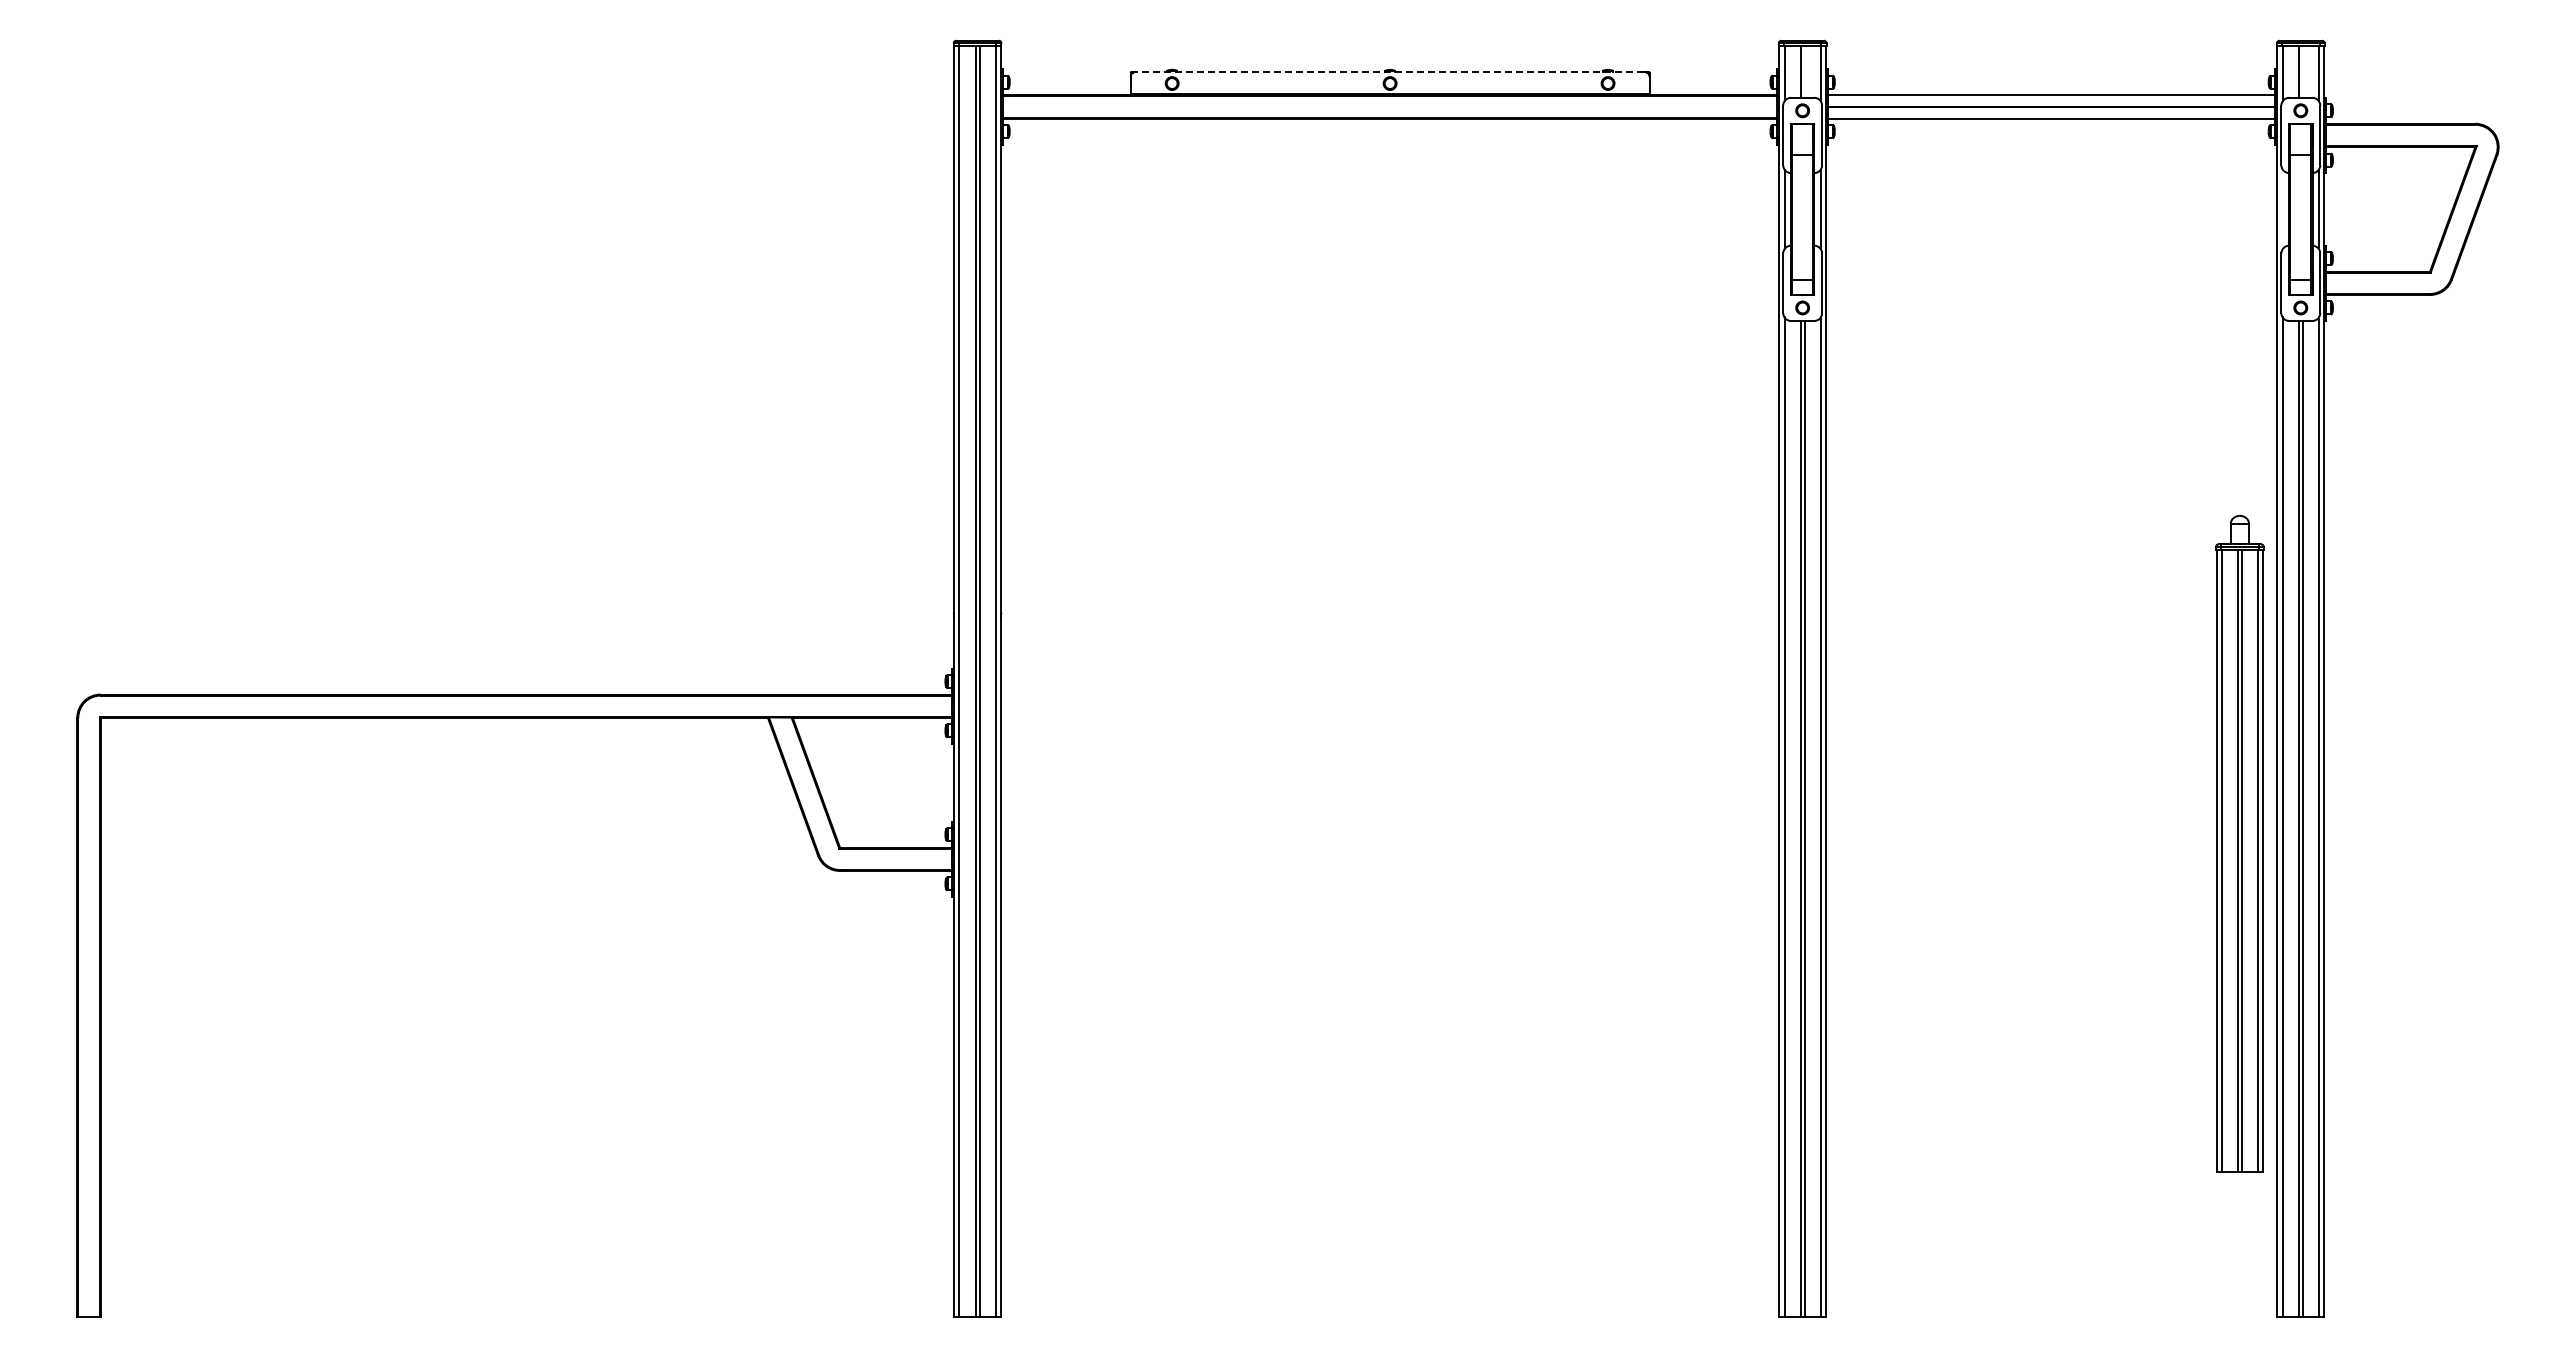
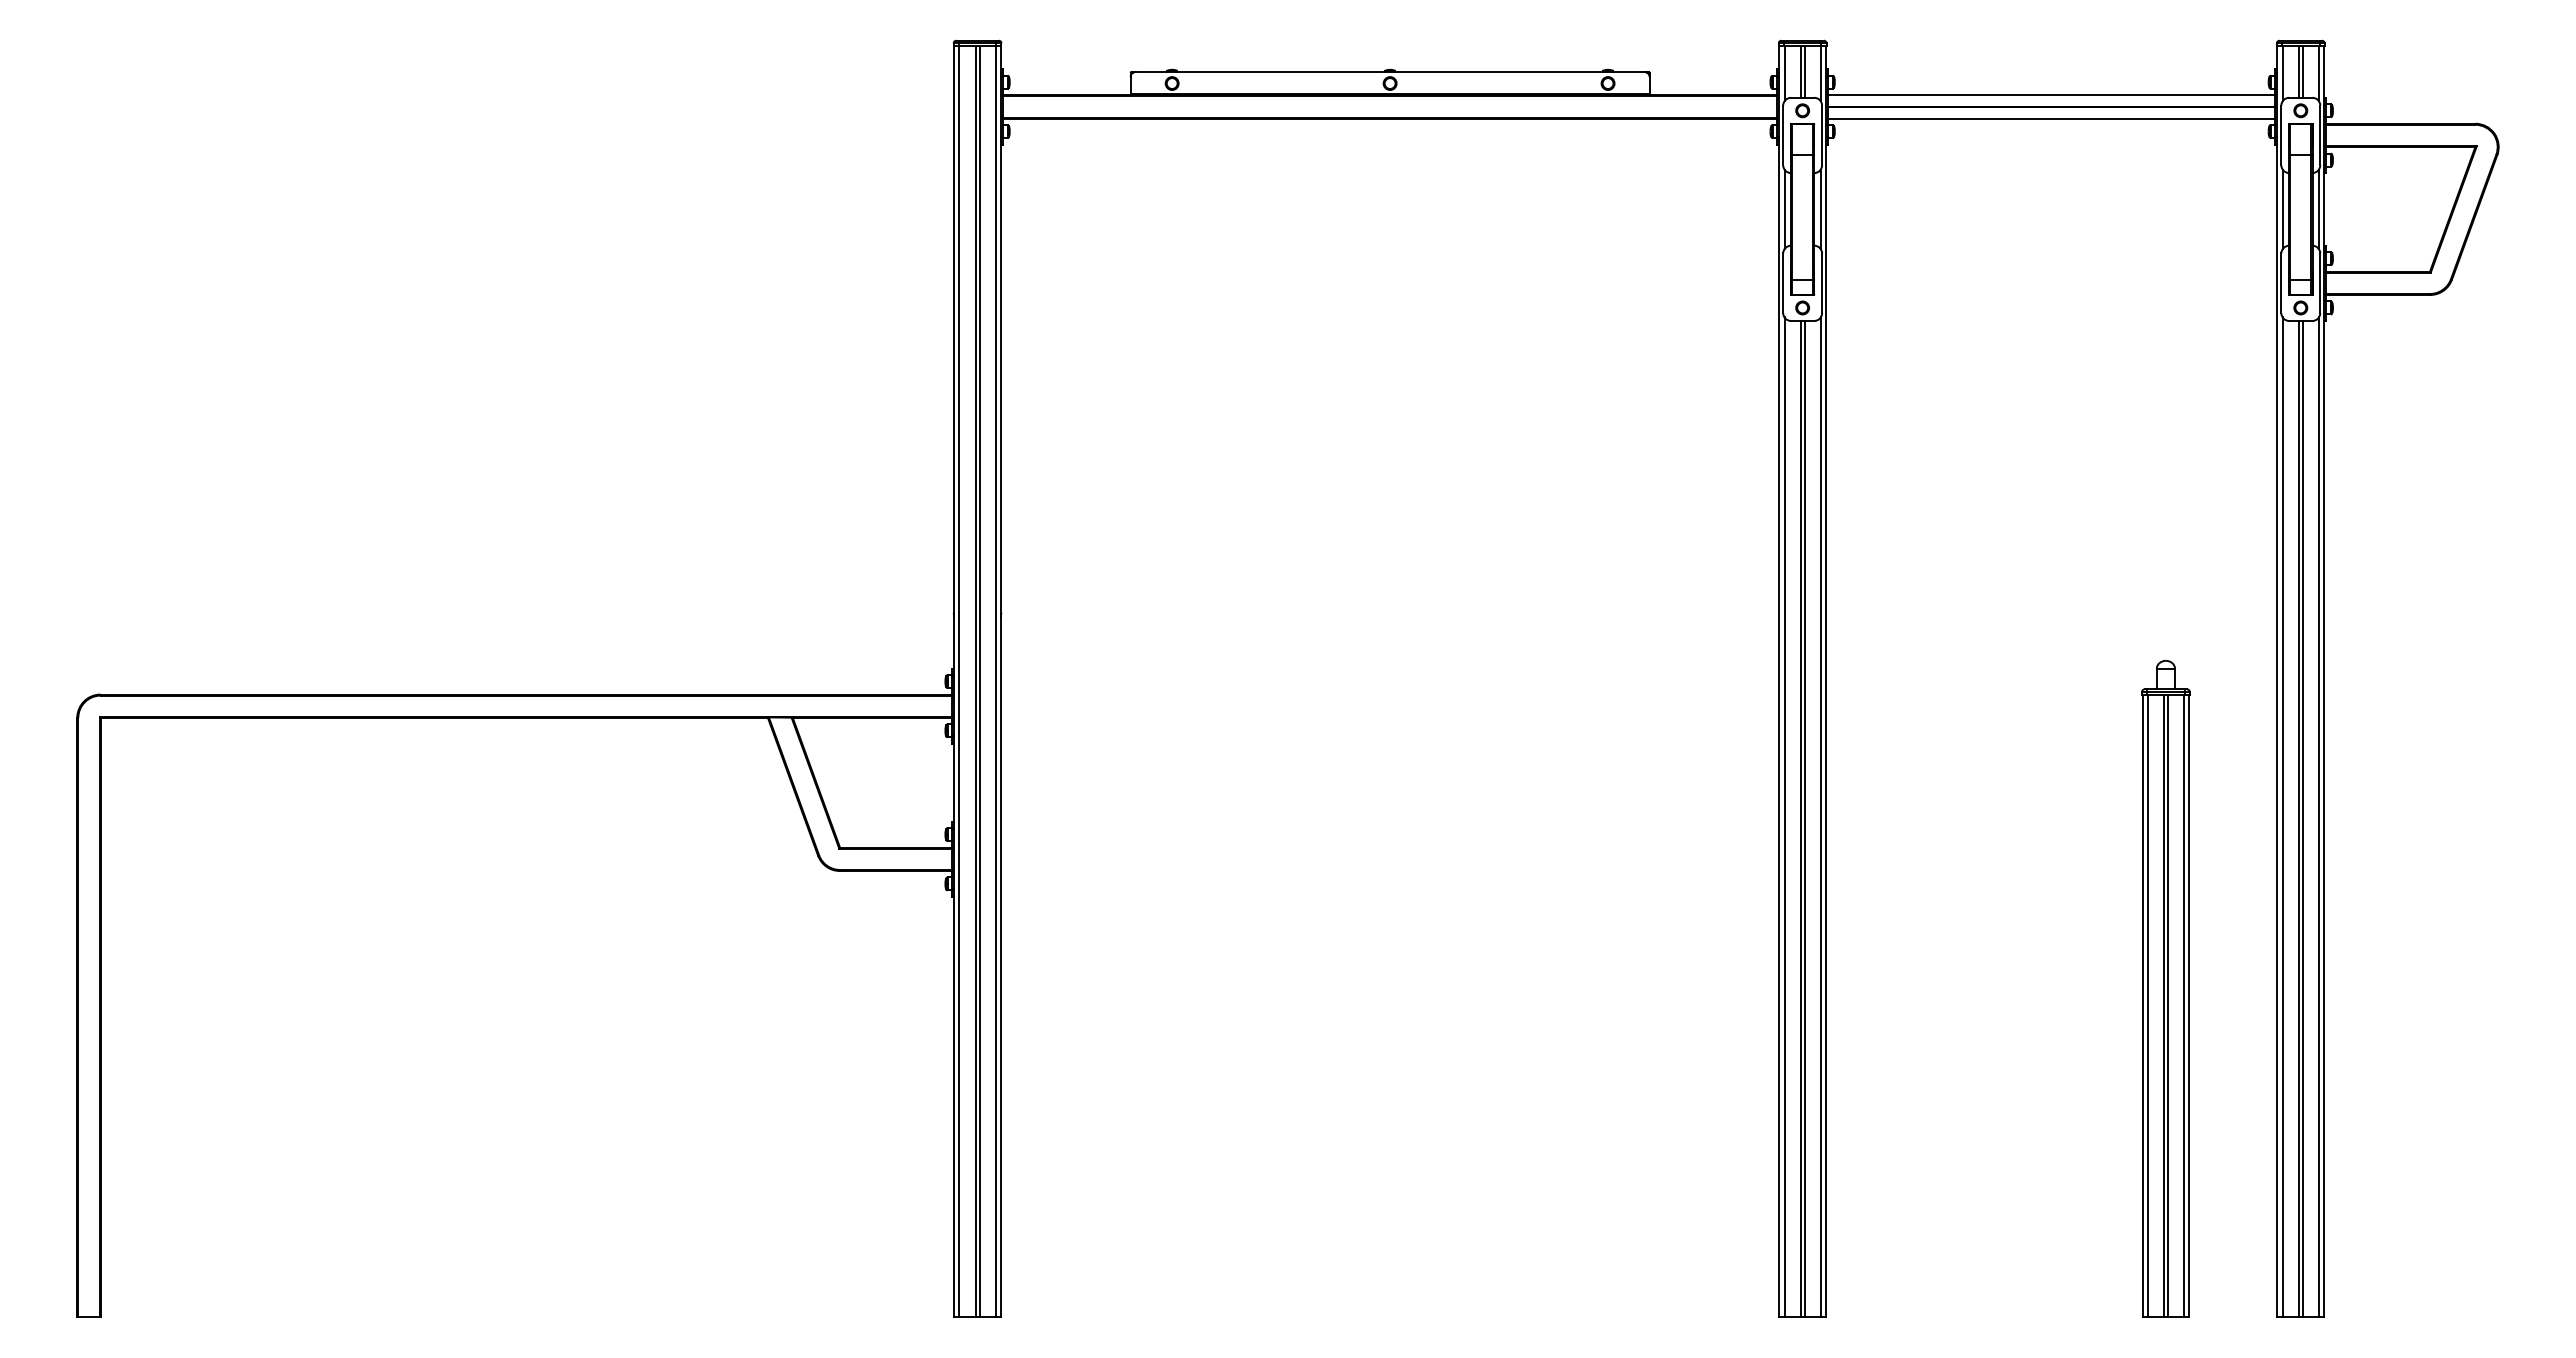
line at (1389, 71): dashed -> solid
line at (1804, 71): none -> present
line at (2302, 71): none -> present
line at (2282, 209): none -> present
part at (2239, 843) position: (2239, 843) -> (2165, 988)
